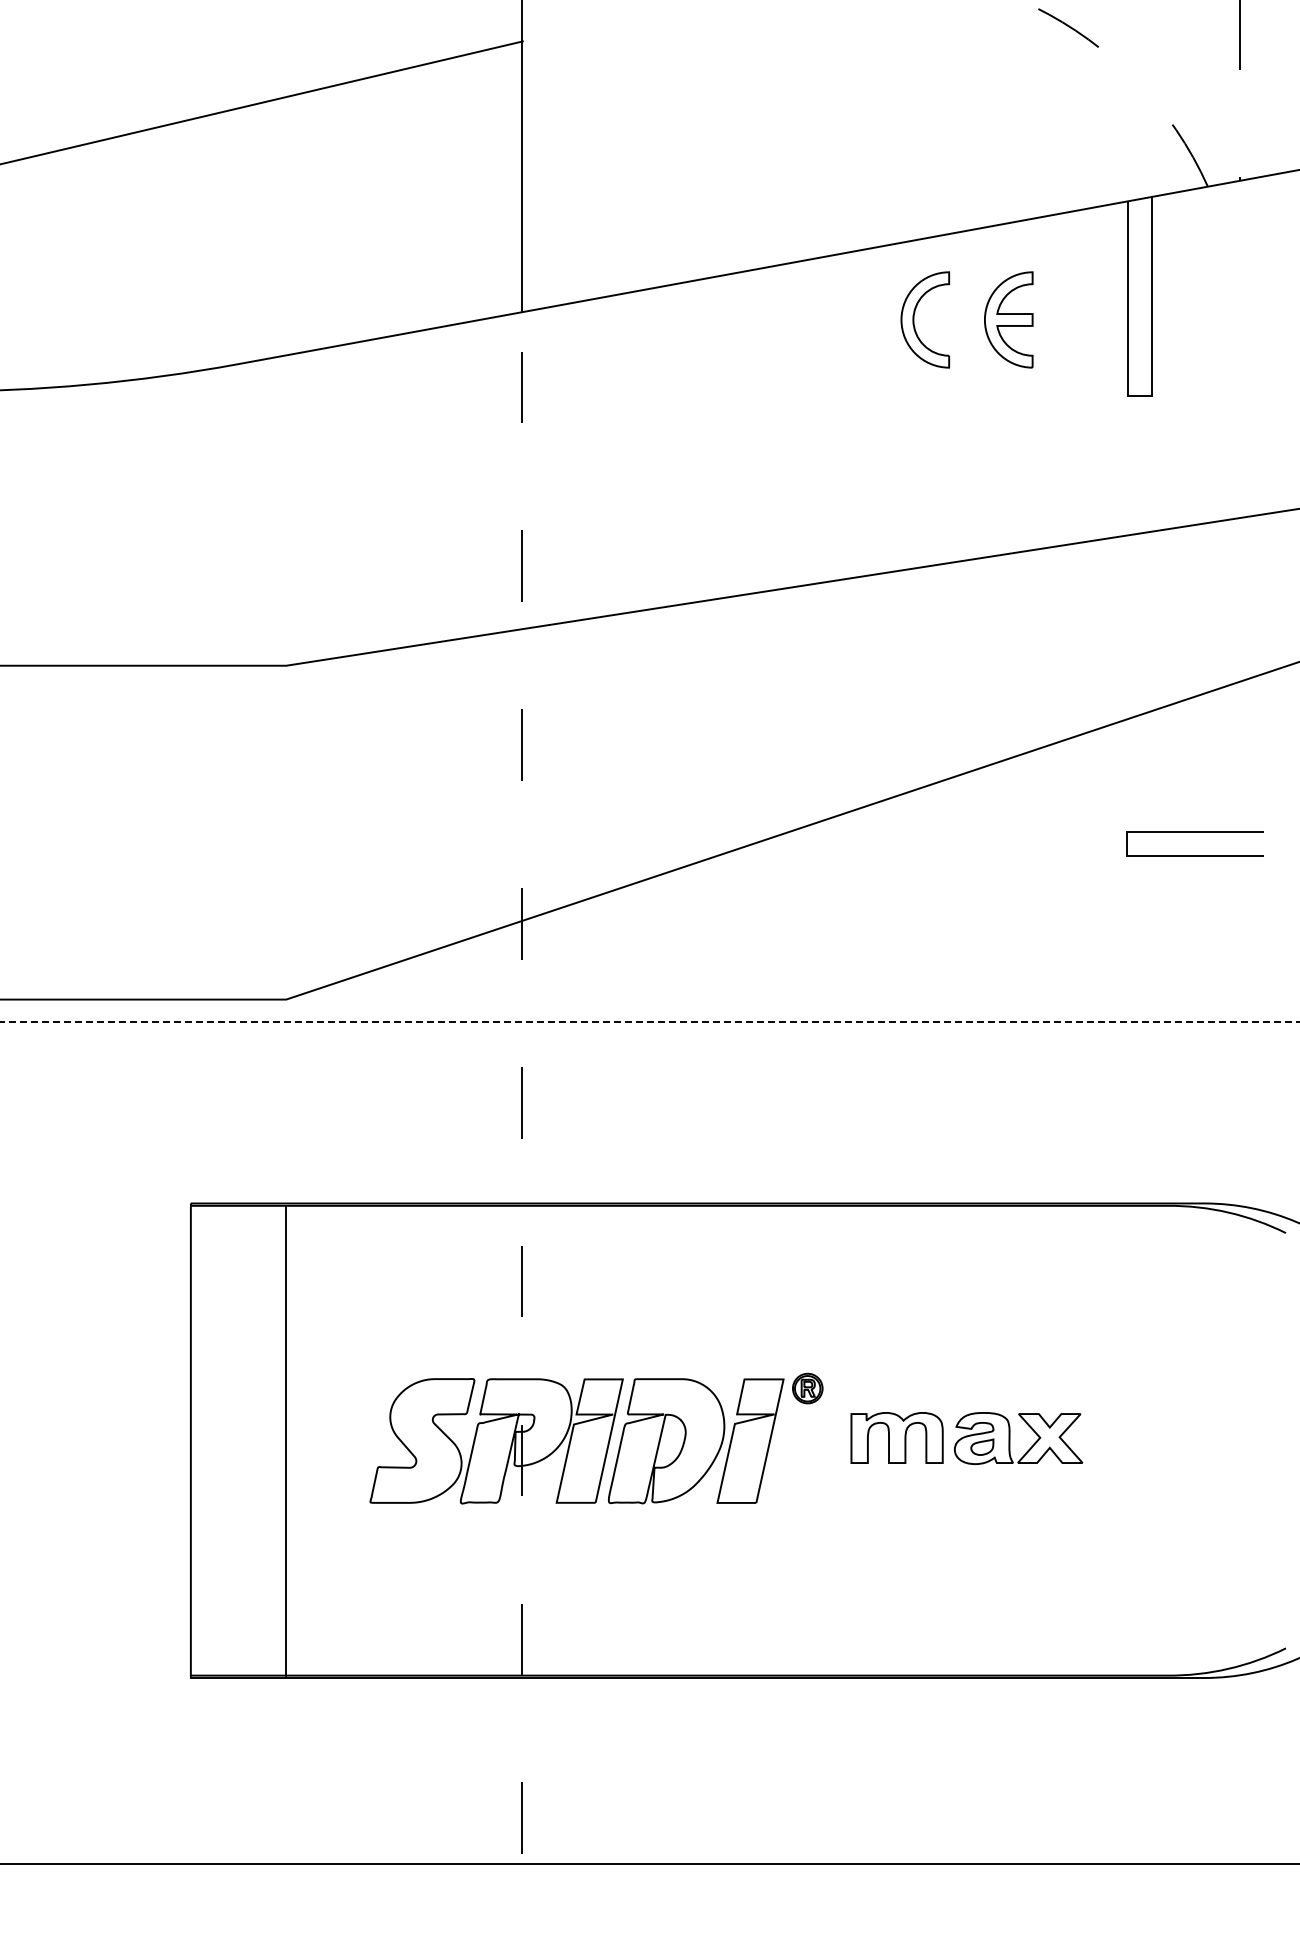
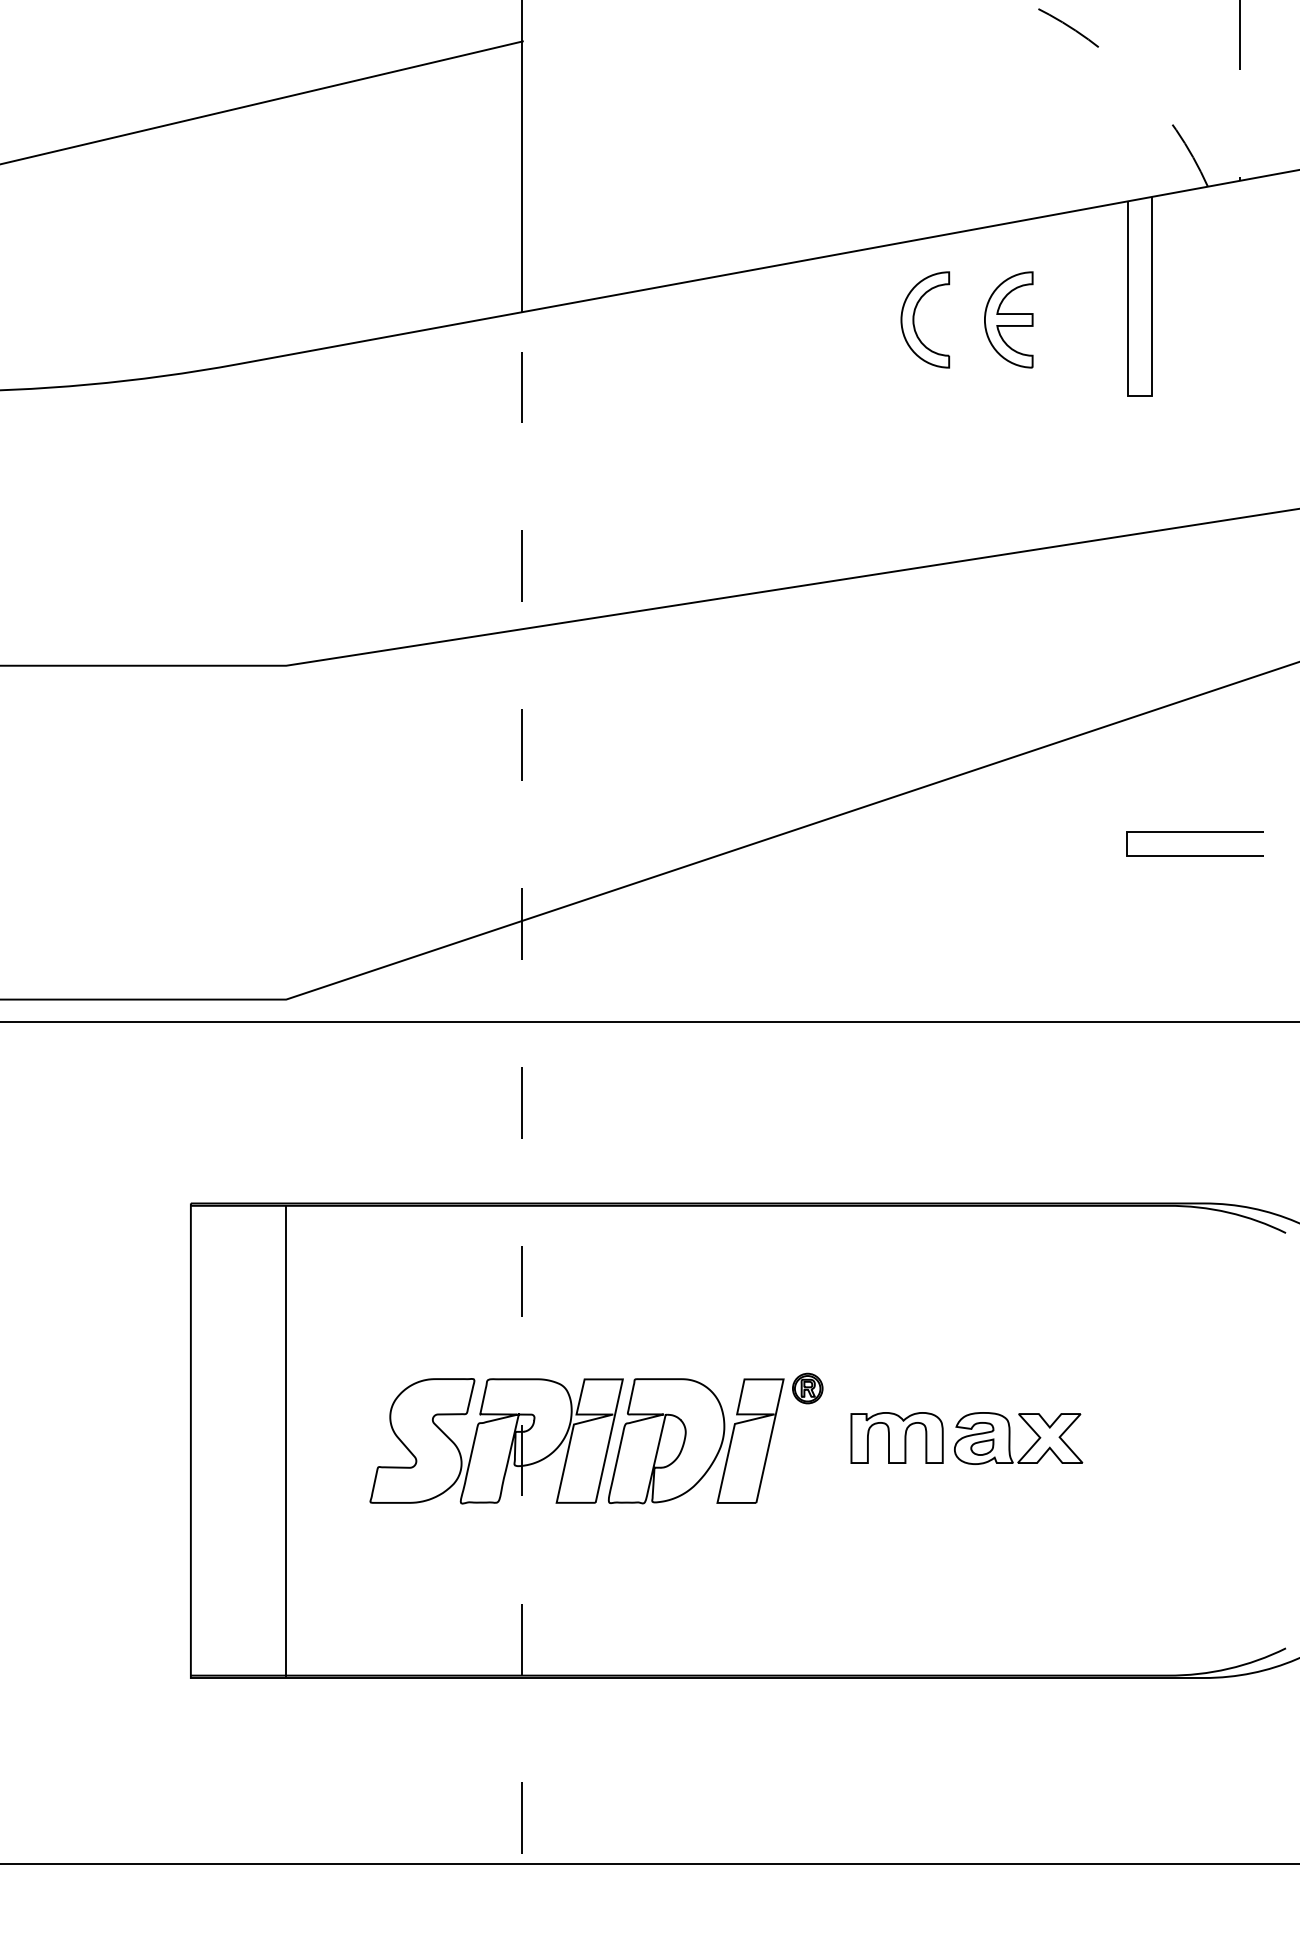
line at (650, 1022): dashed -> solid
